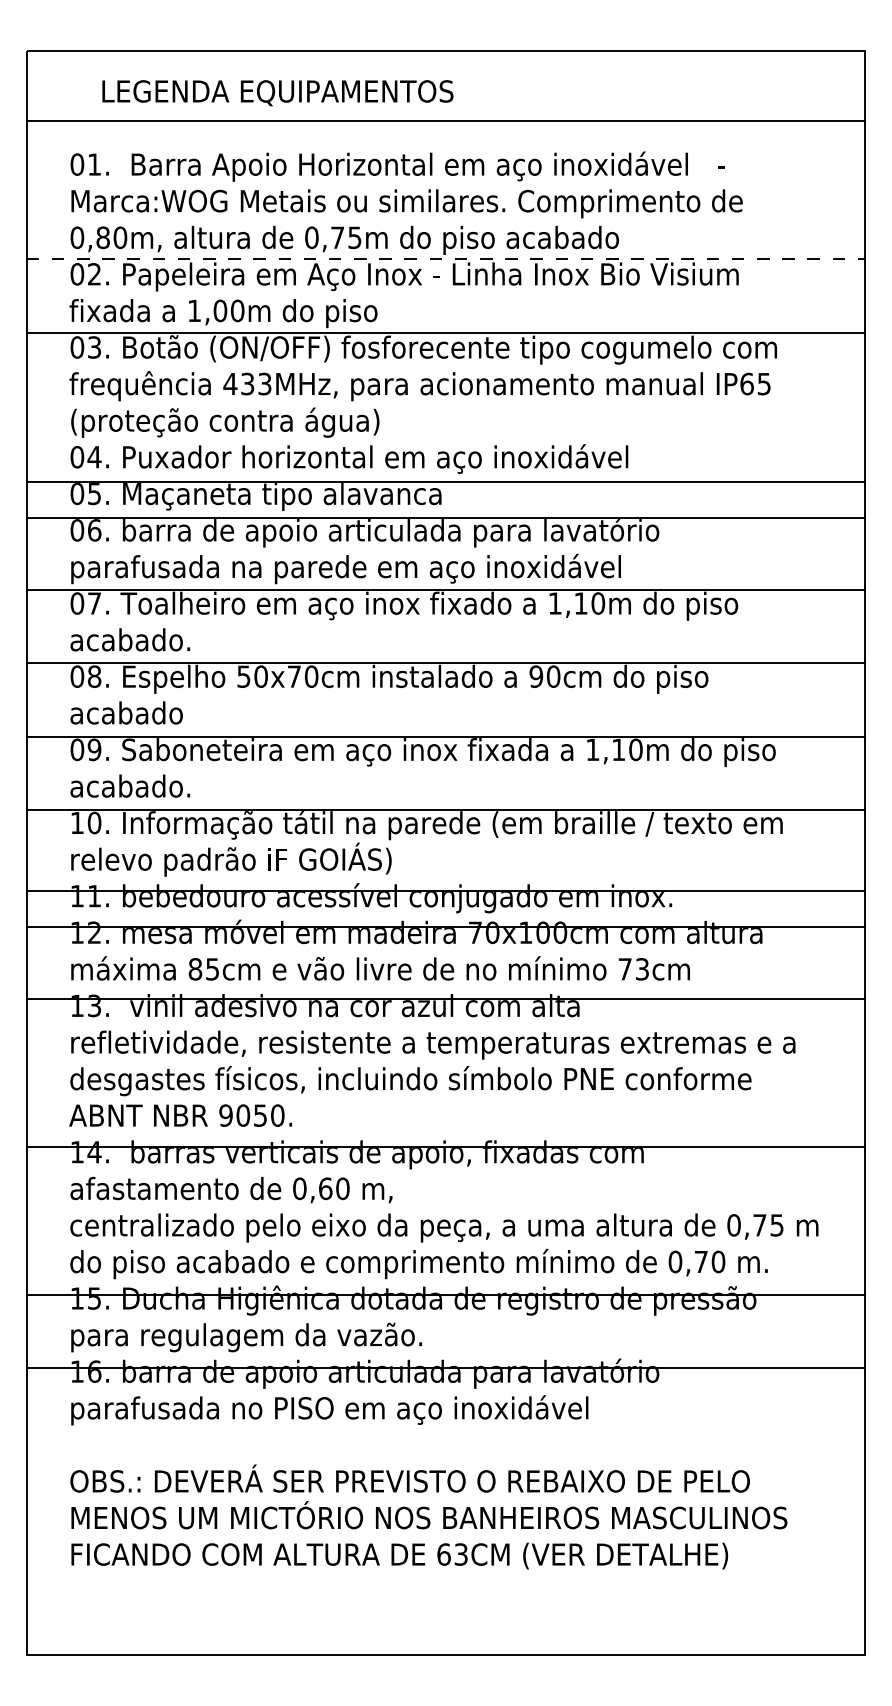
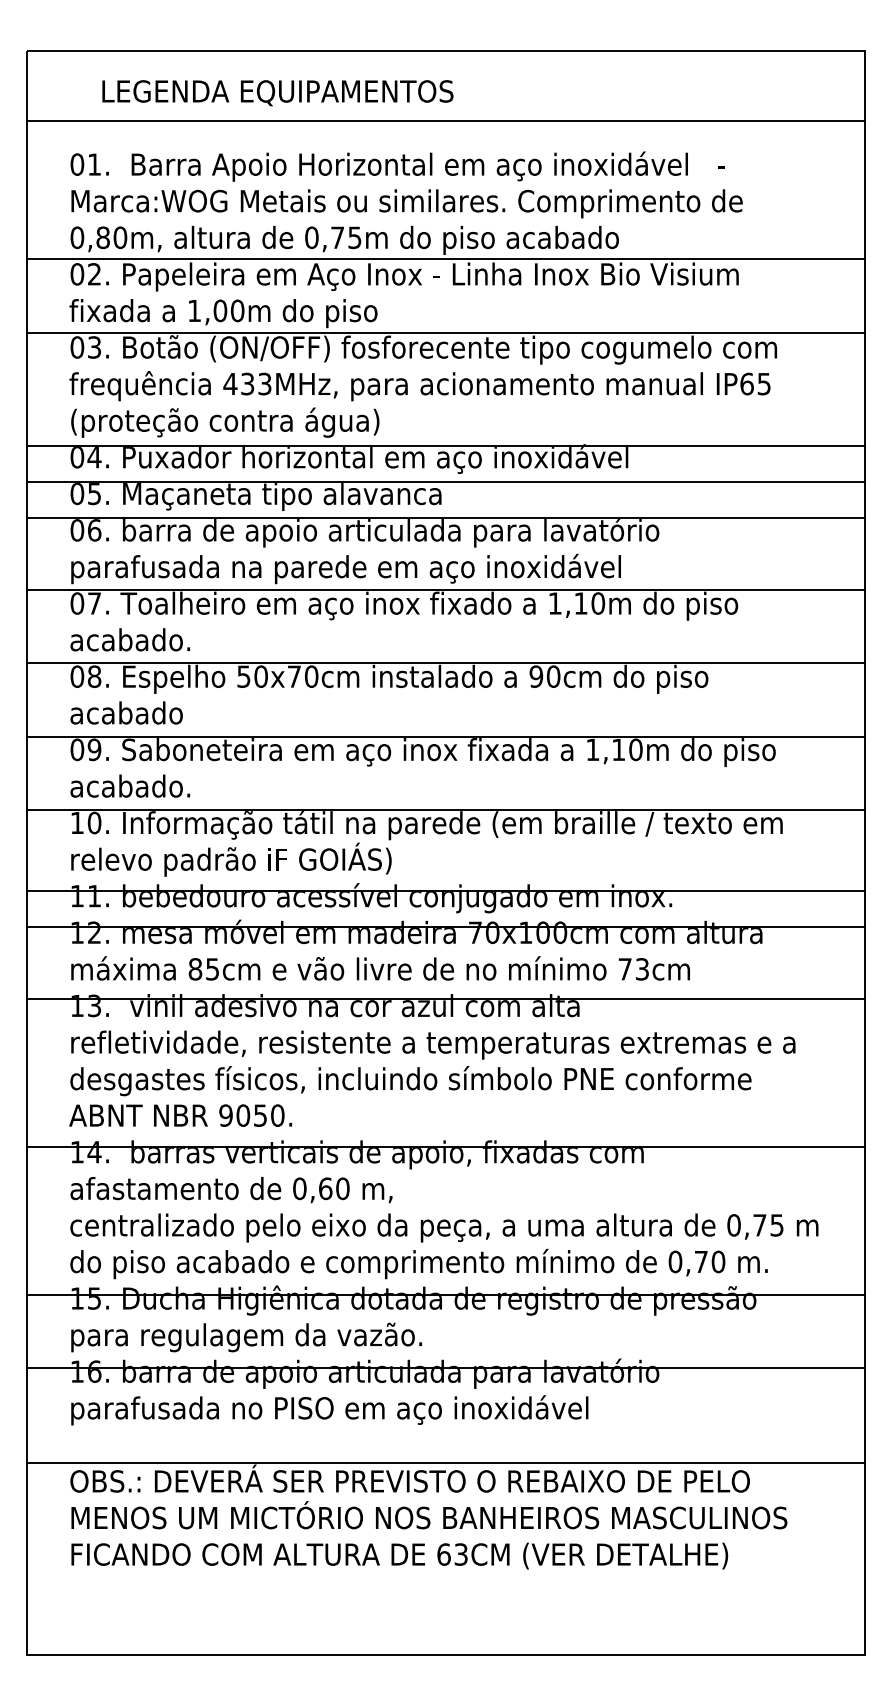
line at (446, 258): dashed -> solid
line at (445, 445): none -> present
line at (445, 1463): none -> present
